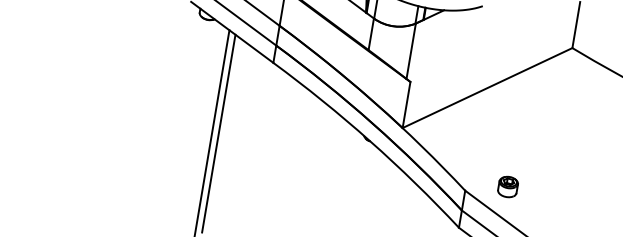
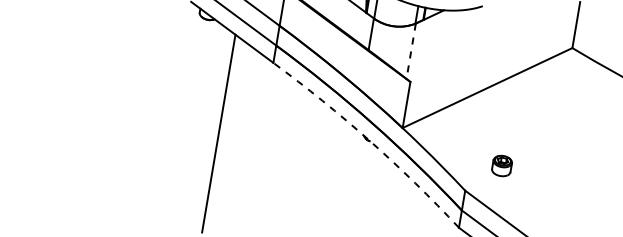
line at (411, 51): solid -> dashed
line at (212, 131): present -> none
arc at (369, 141): solid -> dashed
part at (507, 186) position: (507, 186) -> (501, 165)
